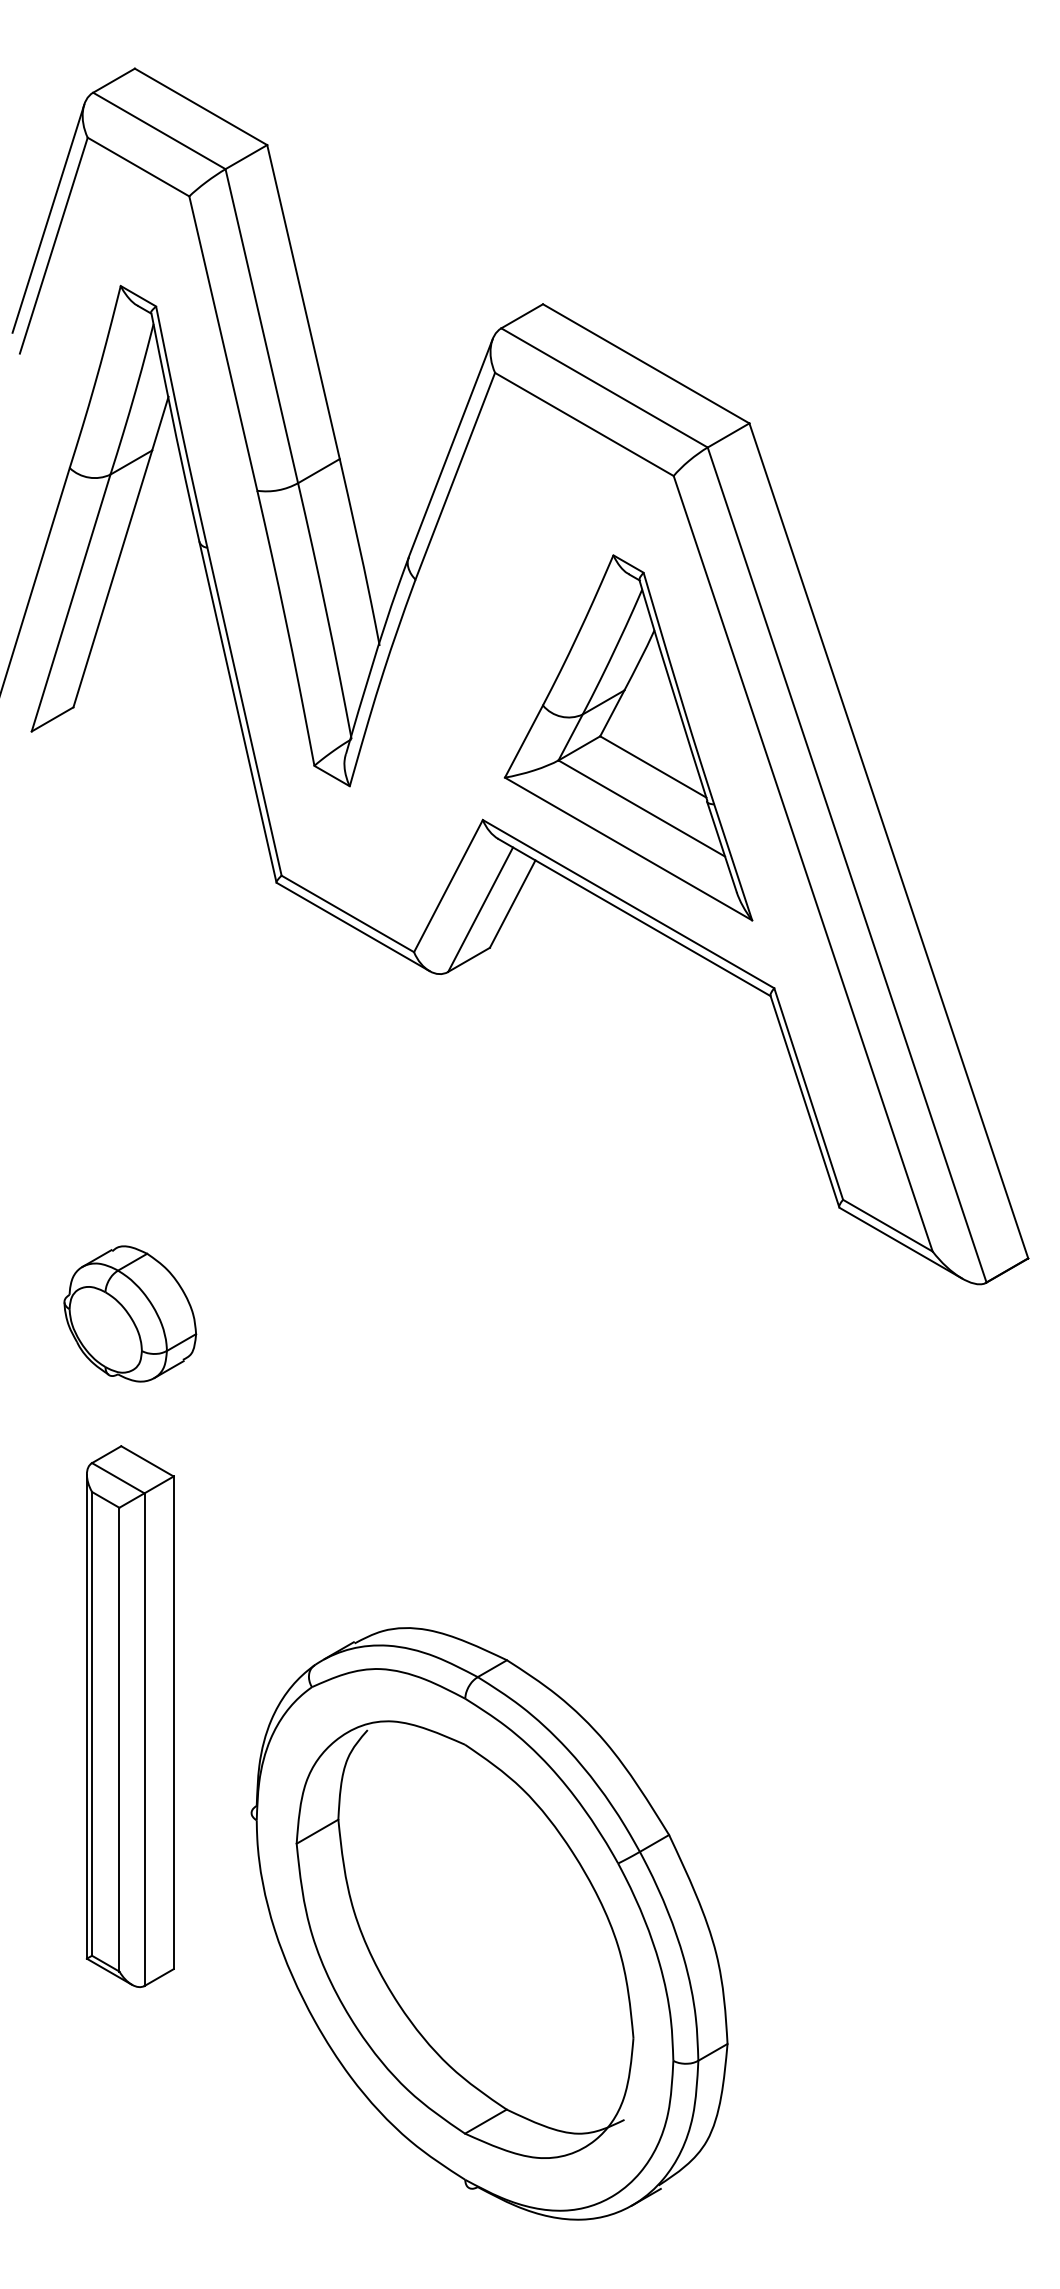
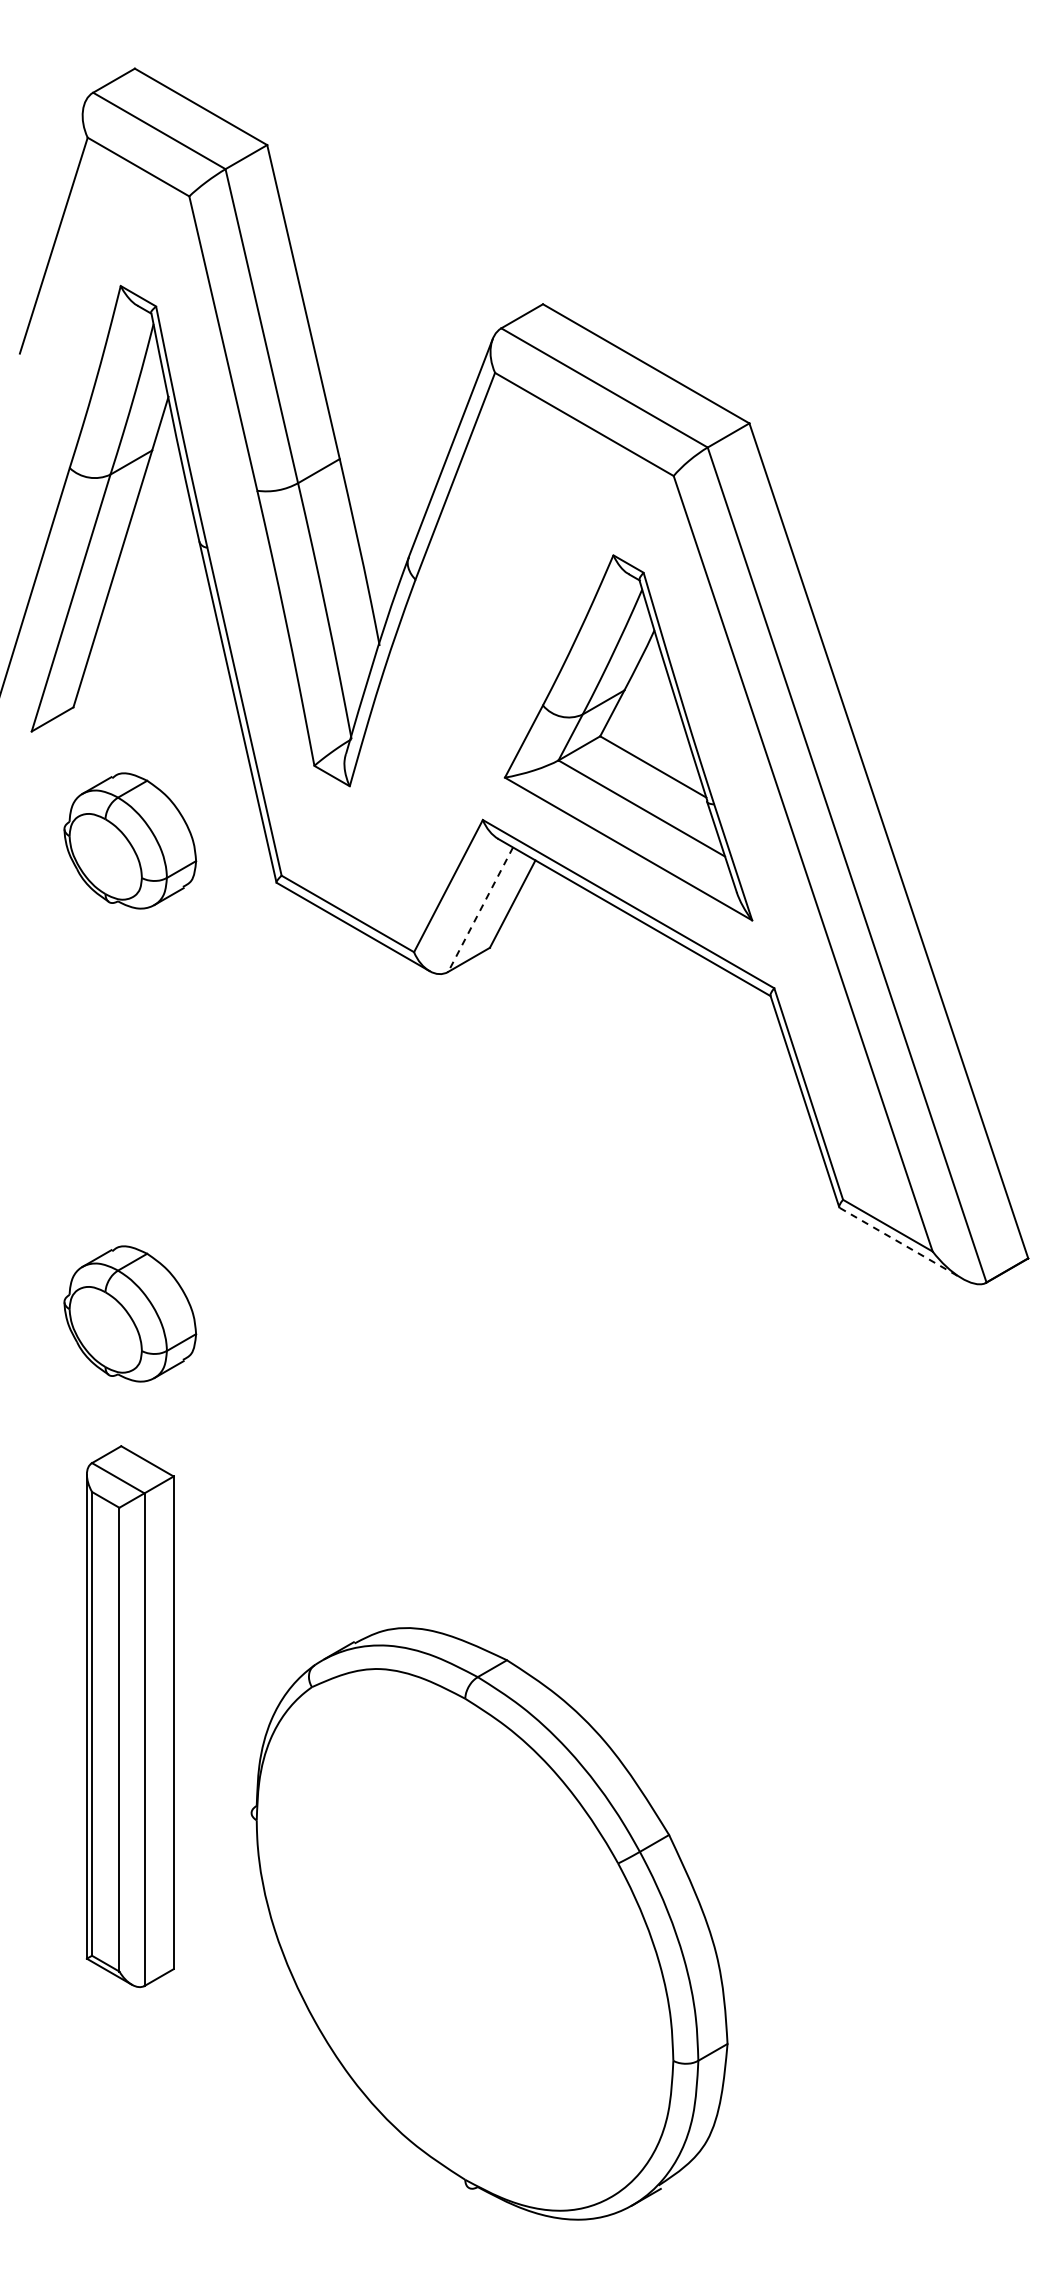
line at (48, 218): present -> none
part at (130, 840): none -> present
line at (480, 910): solid -> dashed
line at (900, 1243): solid -> dashed
part at (464, 1939): present -> none
